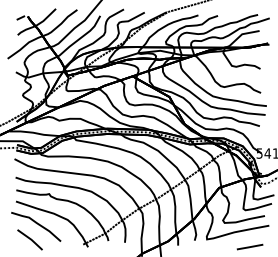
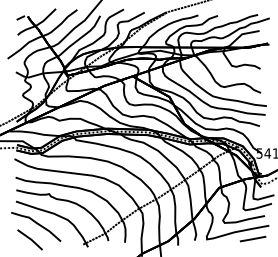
line at (249, 246) position: (249, 246) -> (252, 238)
